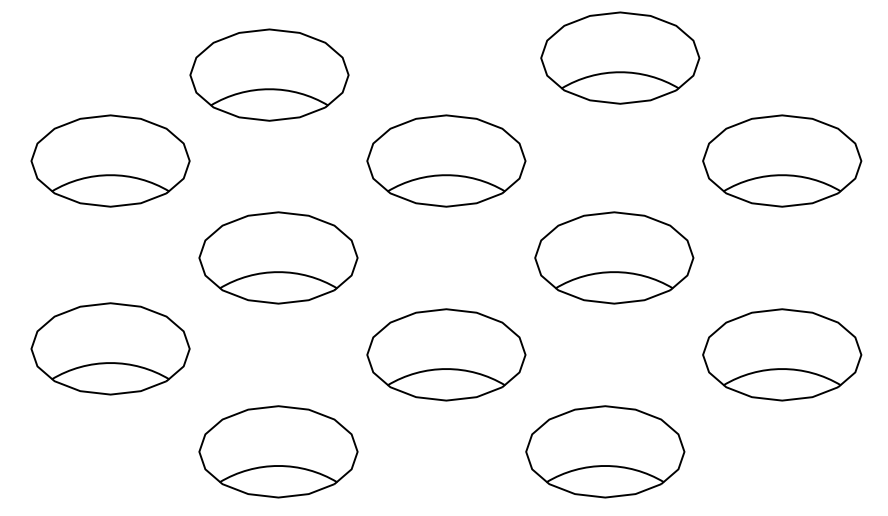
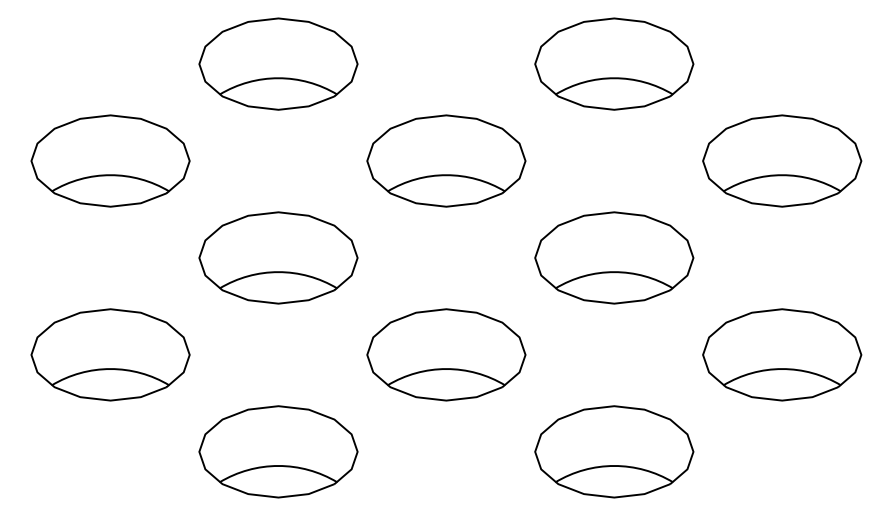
part at (620, 57) position: (620, 57) -> (614, 63)
part at (269, 74) position: (269, 74) -> (278, 63)
part at (110, 348) position: (110, 348) -> (110, 354)
part at (605, 451) position: (605, 451) -> (614, 451)
